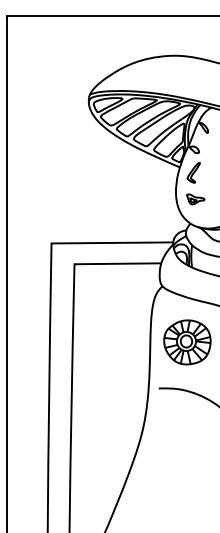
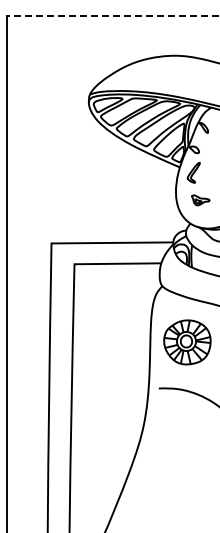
line at (112, 15): solid -> dashed
part at (195, 199) position: (195, 199) -> (200, 200)
